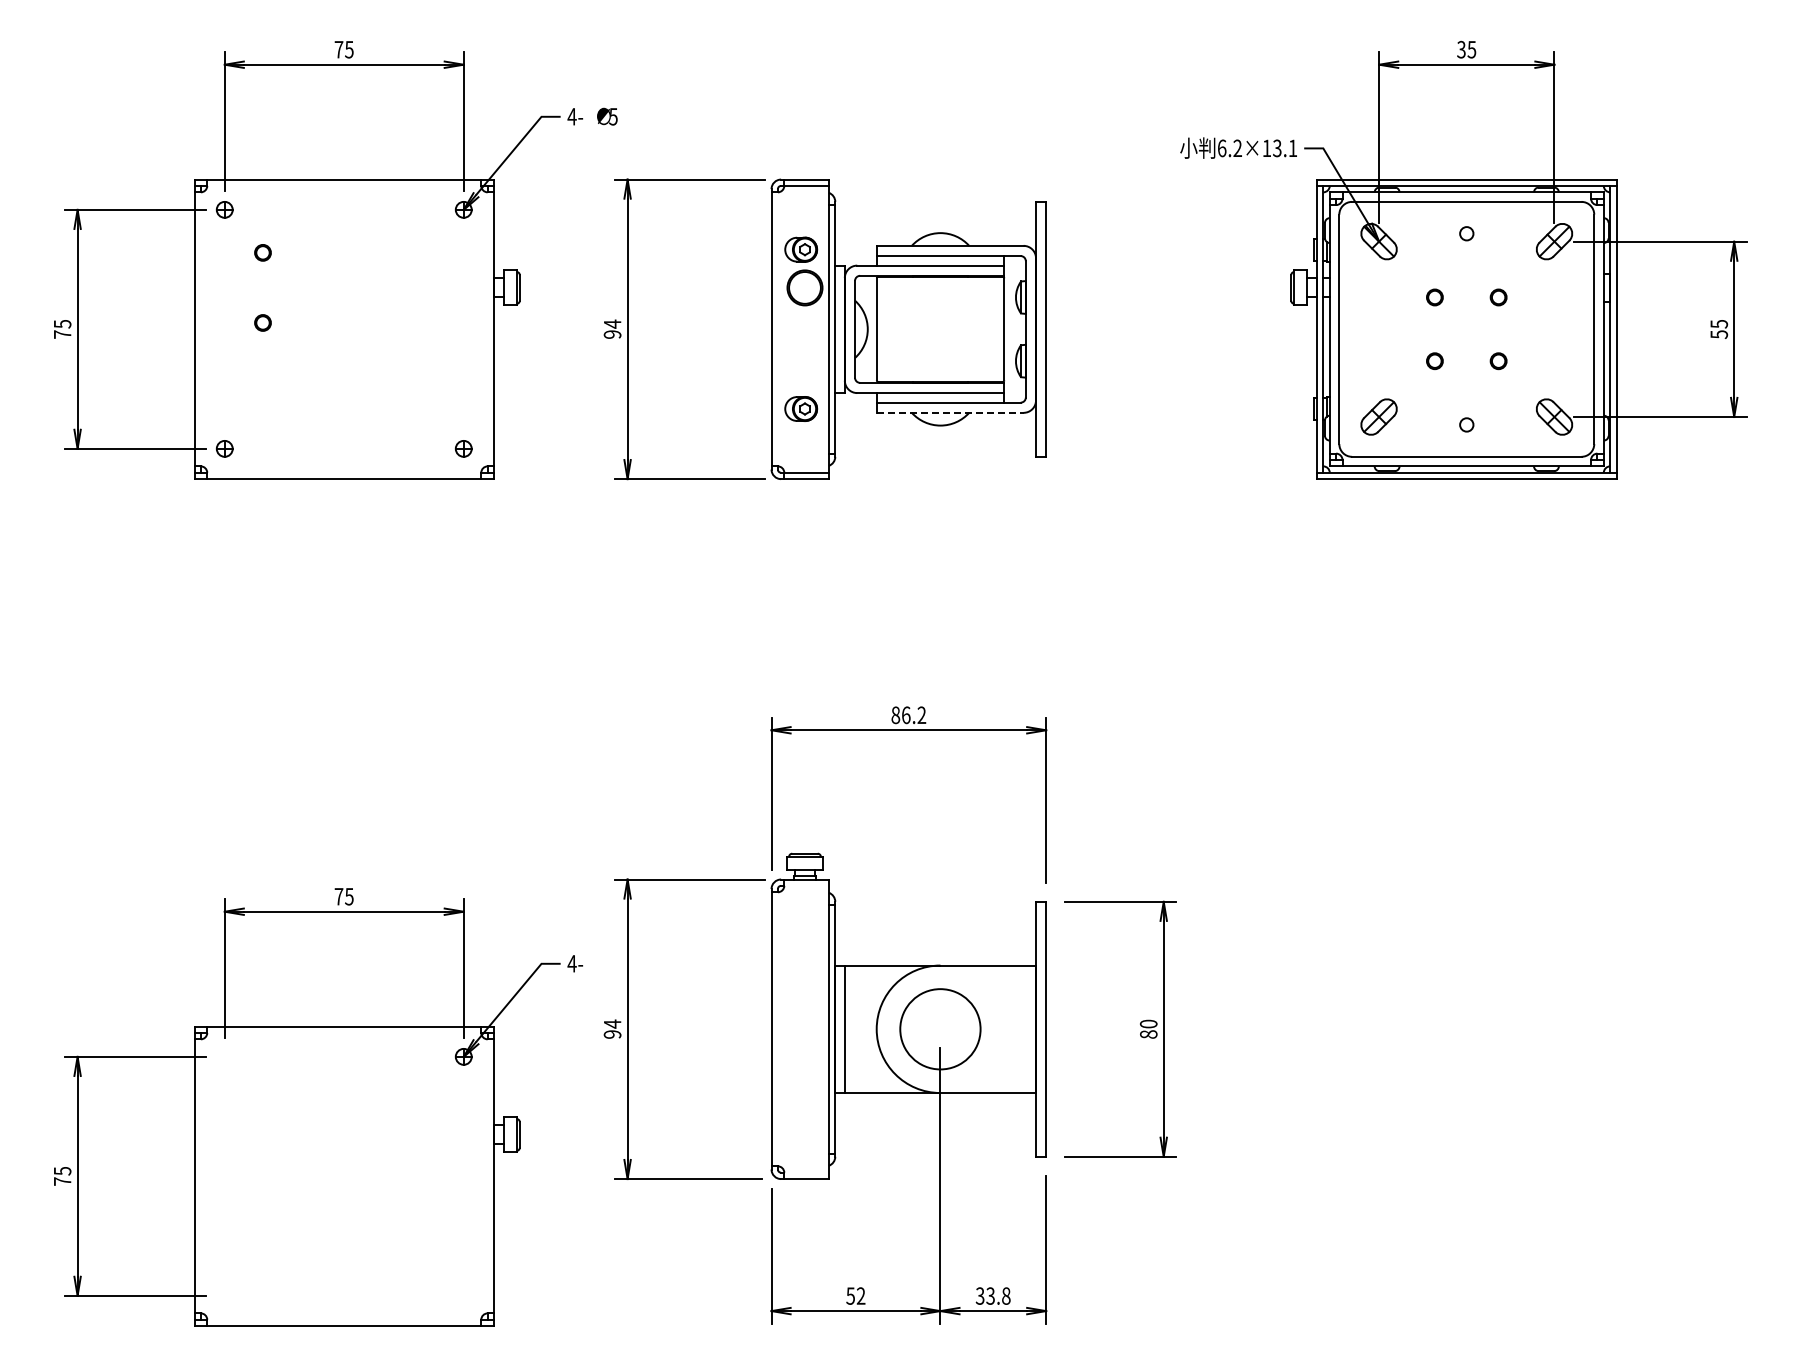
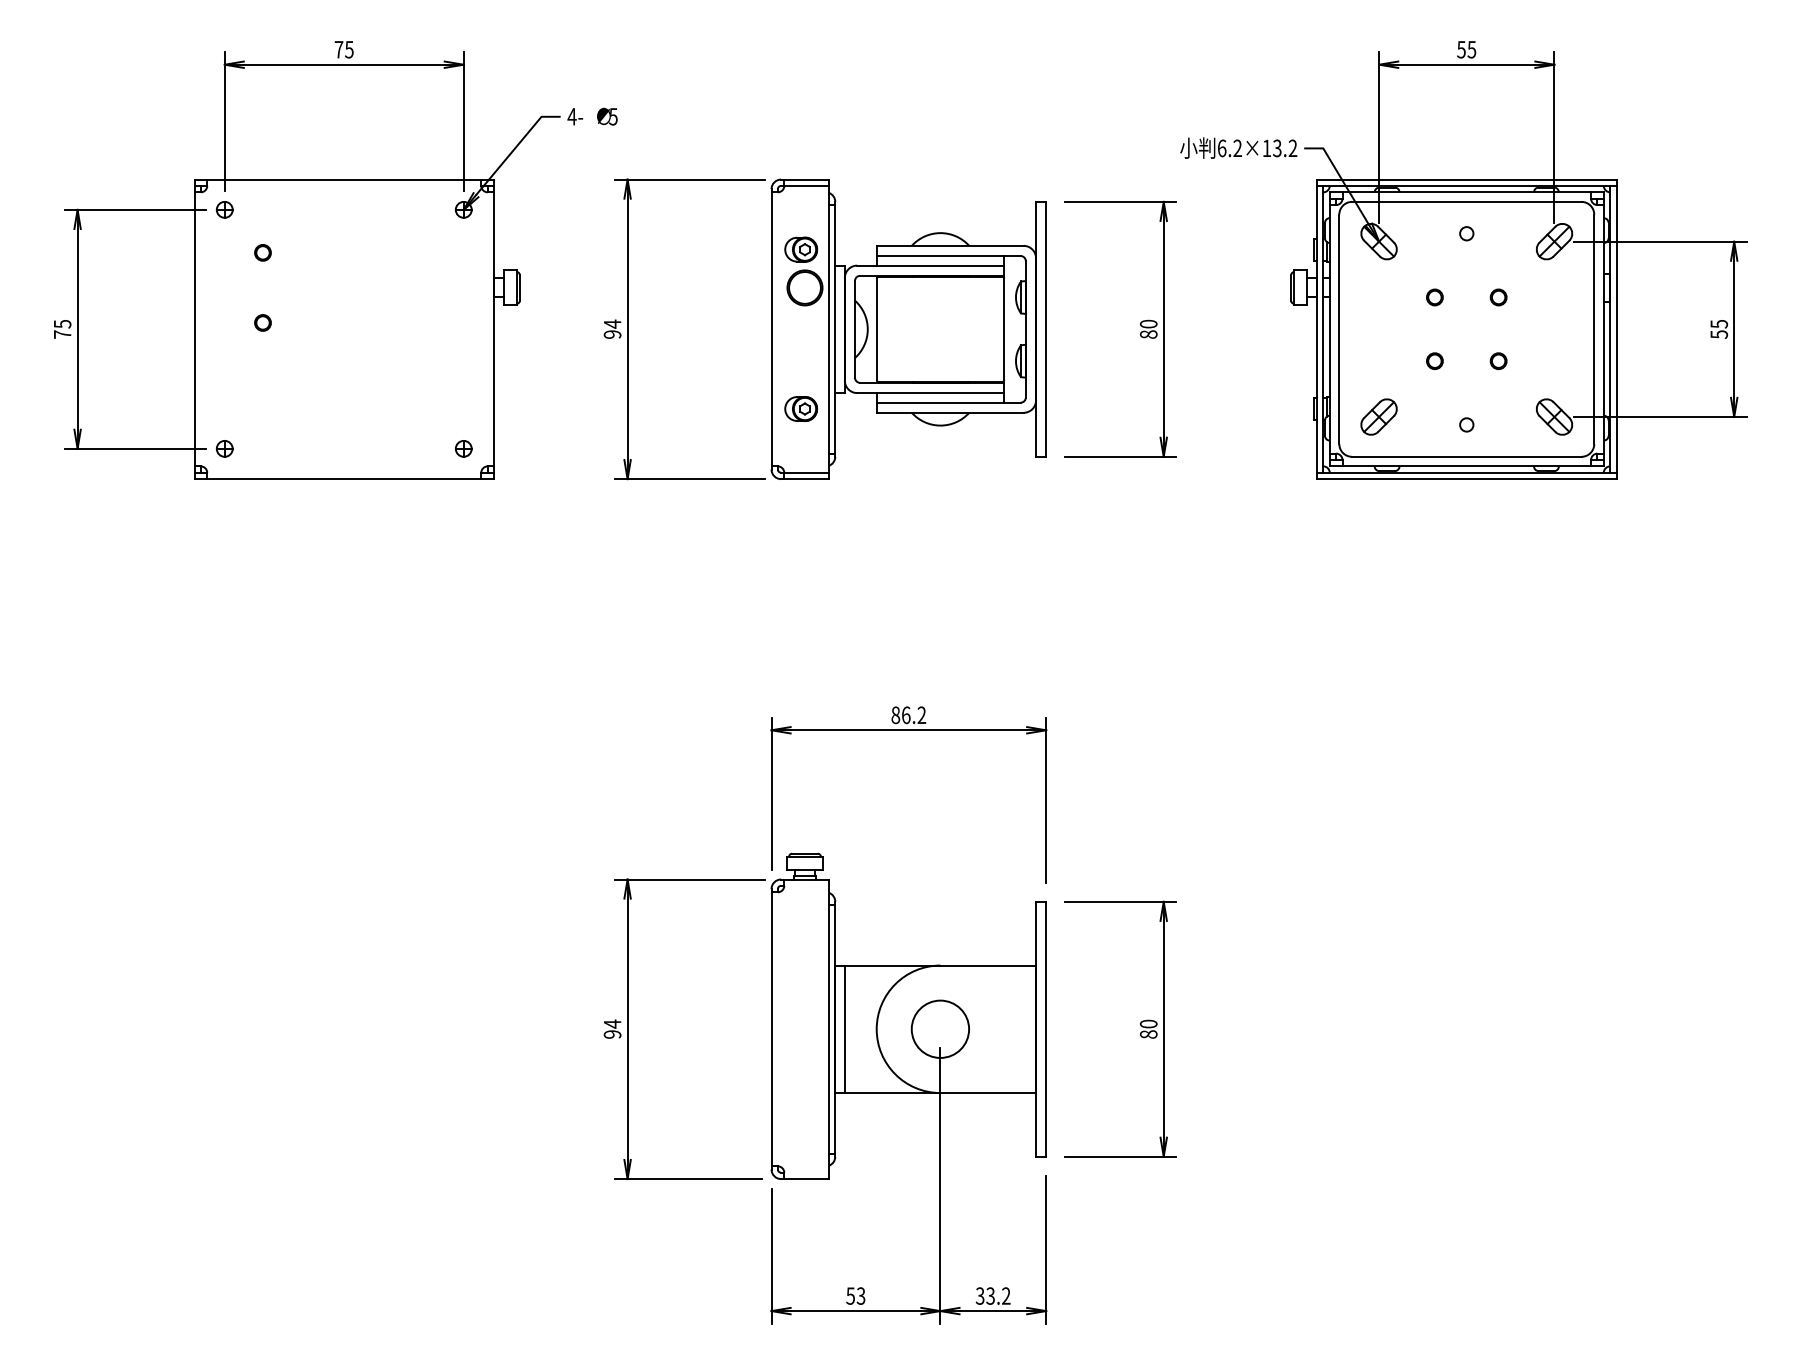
text at (1461, 48): 35 -> 55
text at (1292, 147): 6.2×13.1 -> 6.2×13.2
part at (1140, 326): none -> present
line at (950, 412): dashed -> solid
circle at (940, 1029) diameter: 80 px -> 57 px
part at (318, 1107): present -> none
text at (1006, 1295): 33.8 -> 33.2
text at (860, 1296): 52 -> 53
